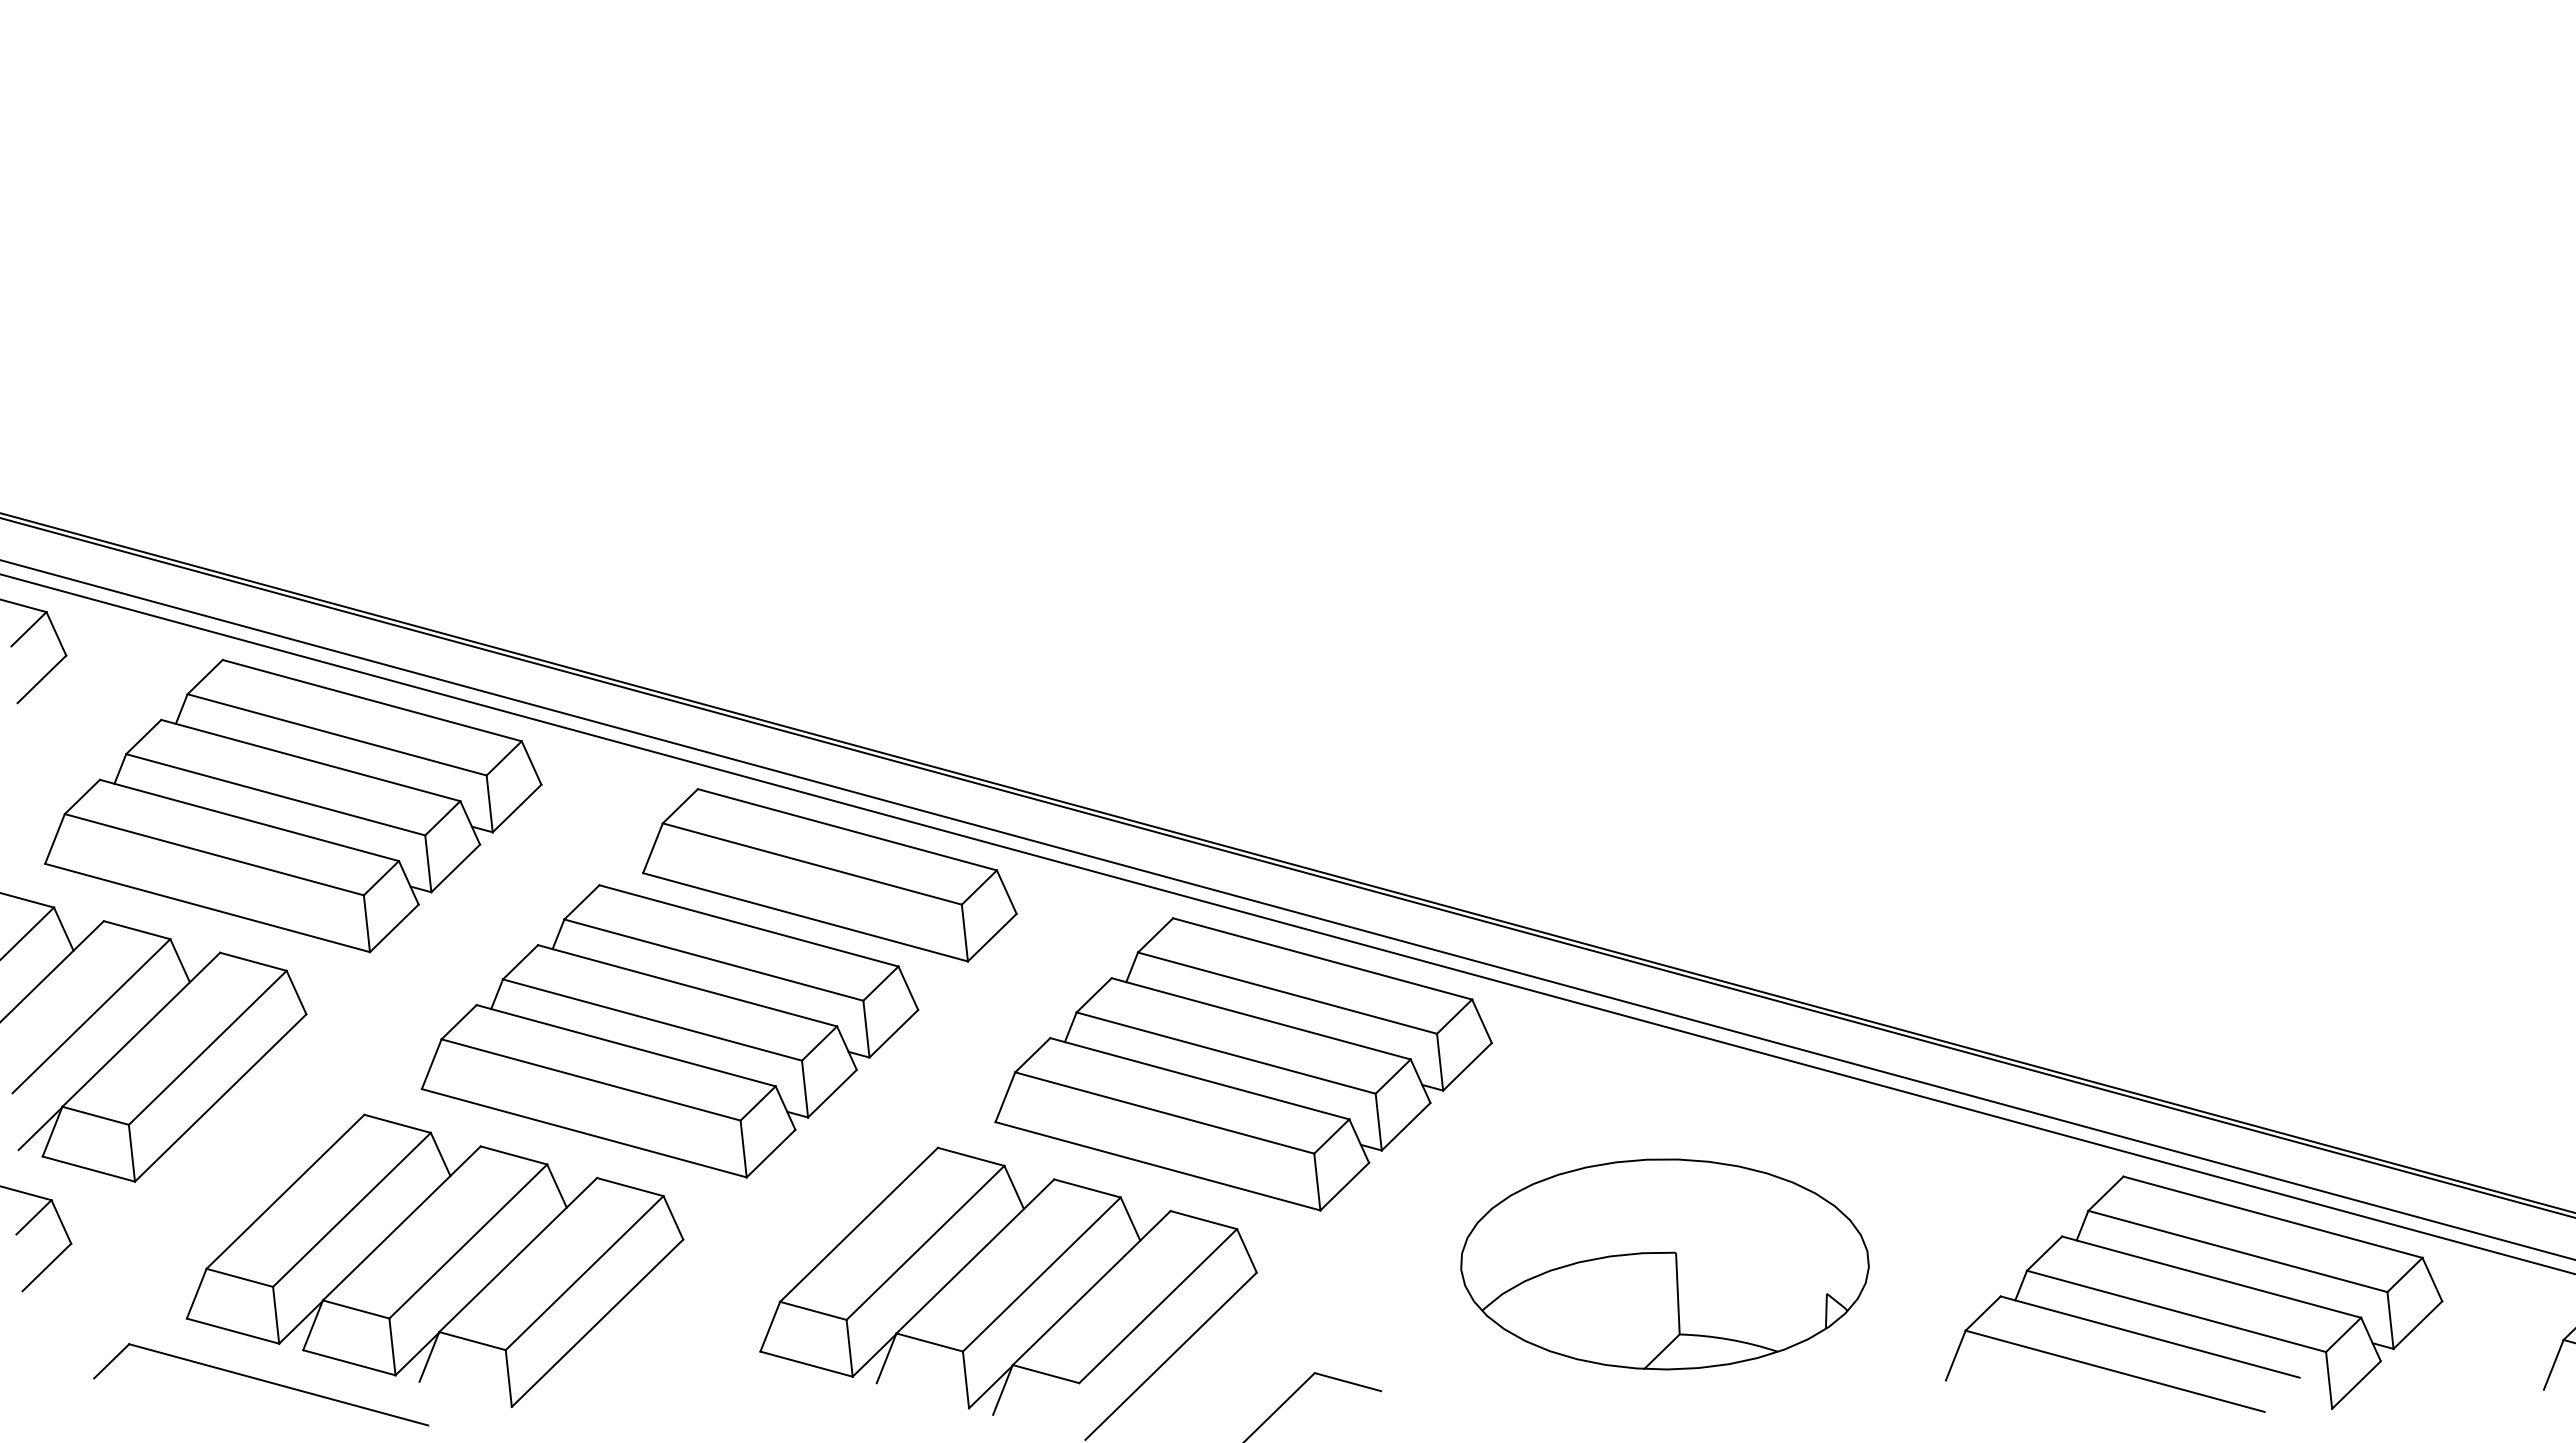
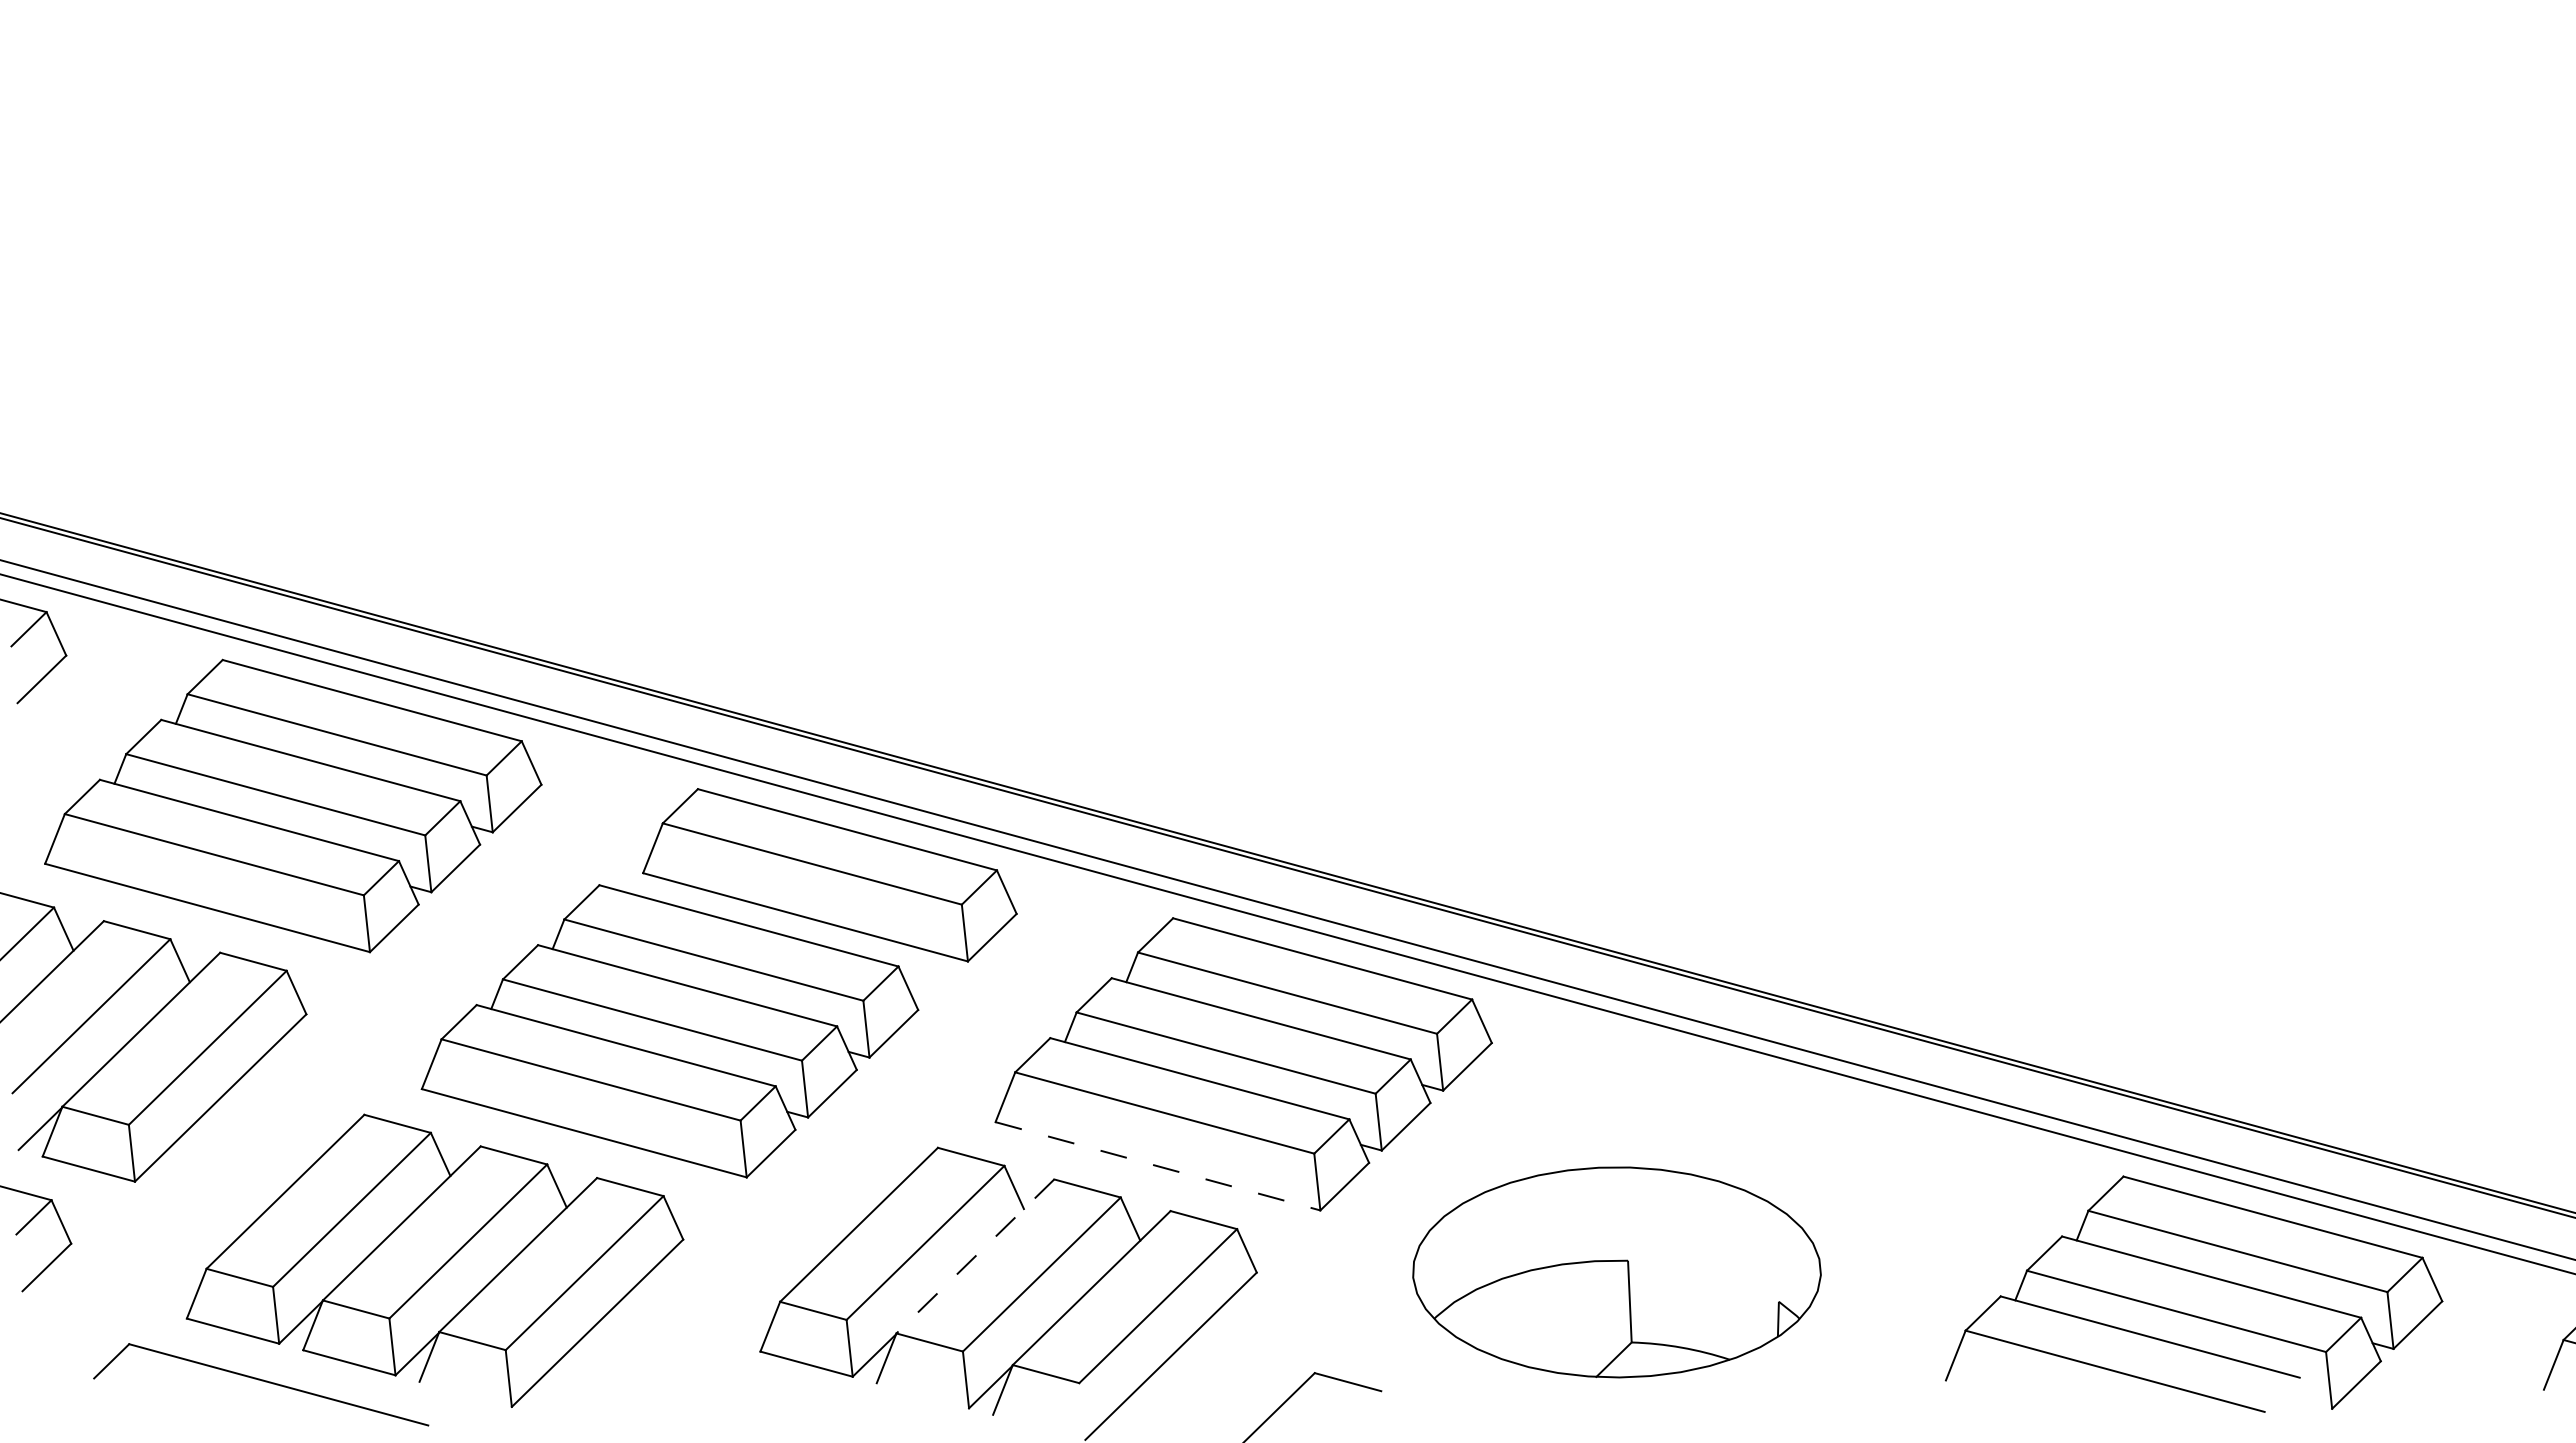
line at (1158, 1166): solid -> dashed
line at (975, 1256): solid -> dashed
part at (1664, 1264) position: (1664, 1264) -> (1616, 1272)
